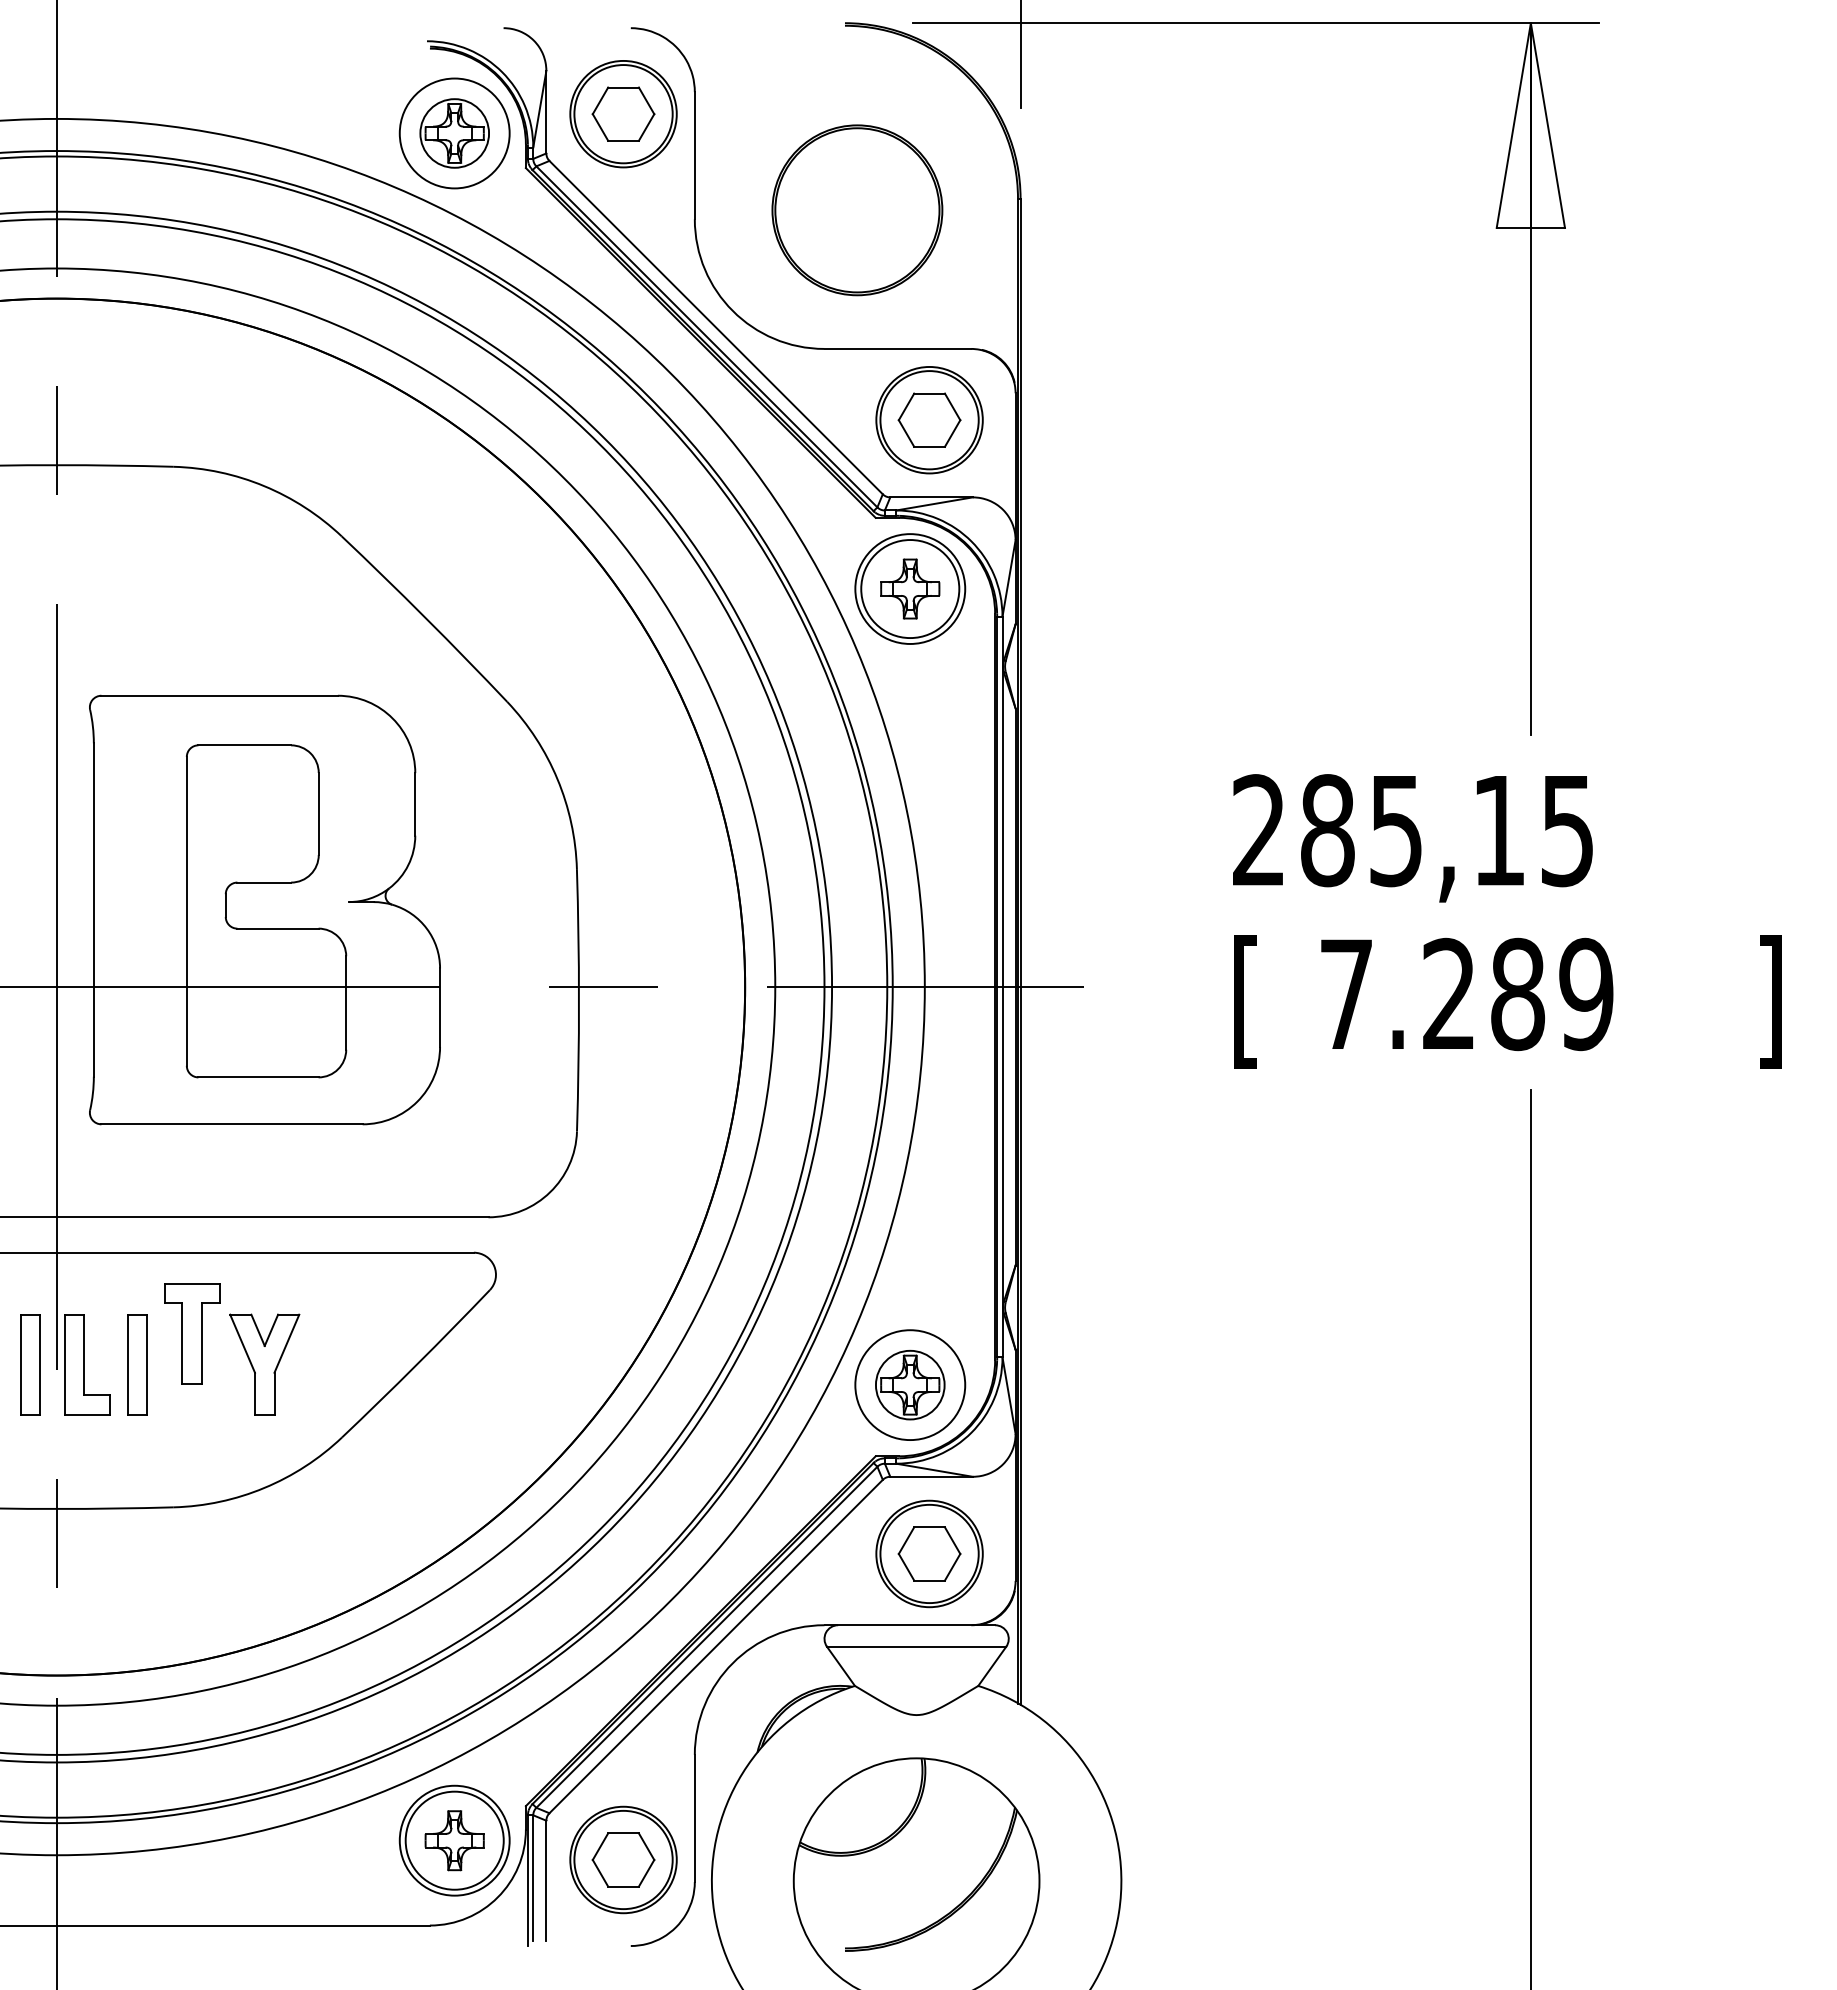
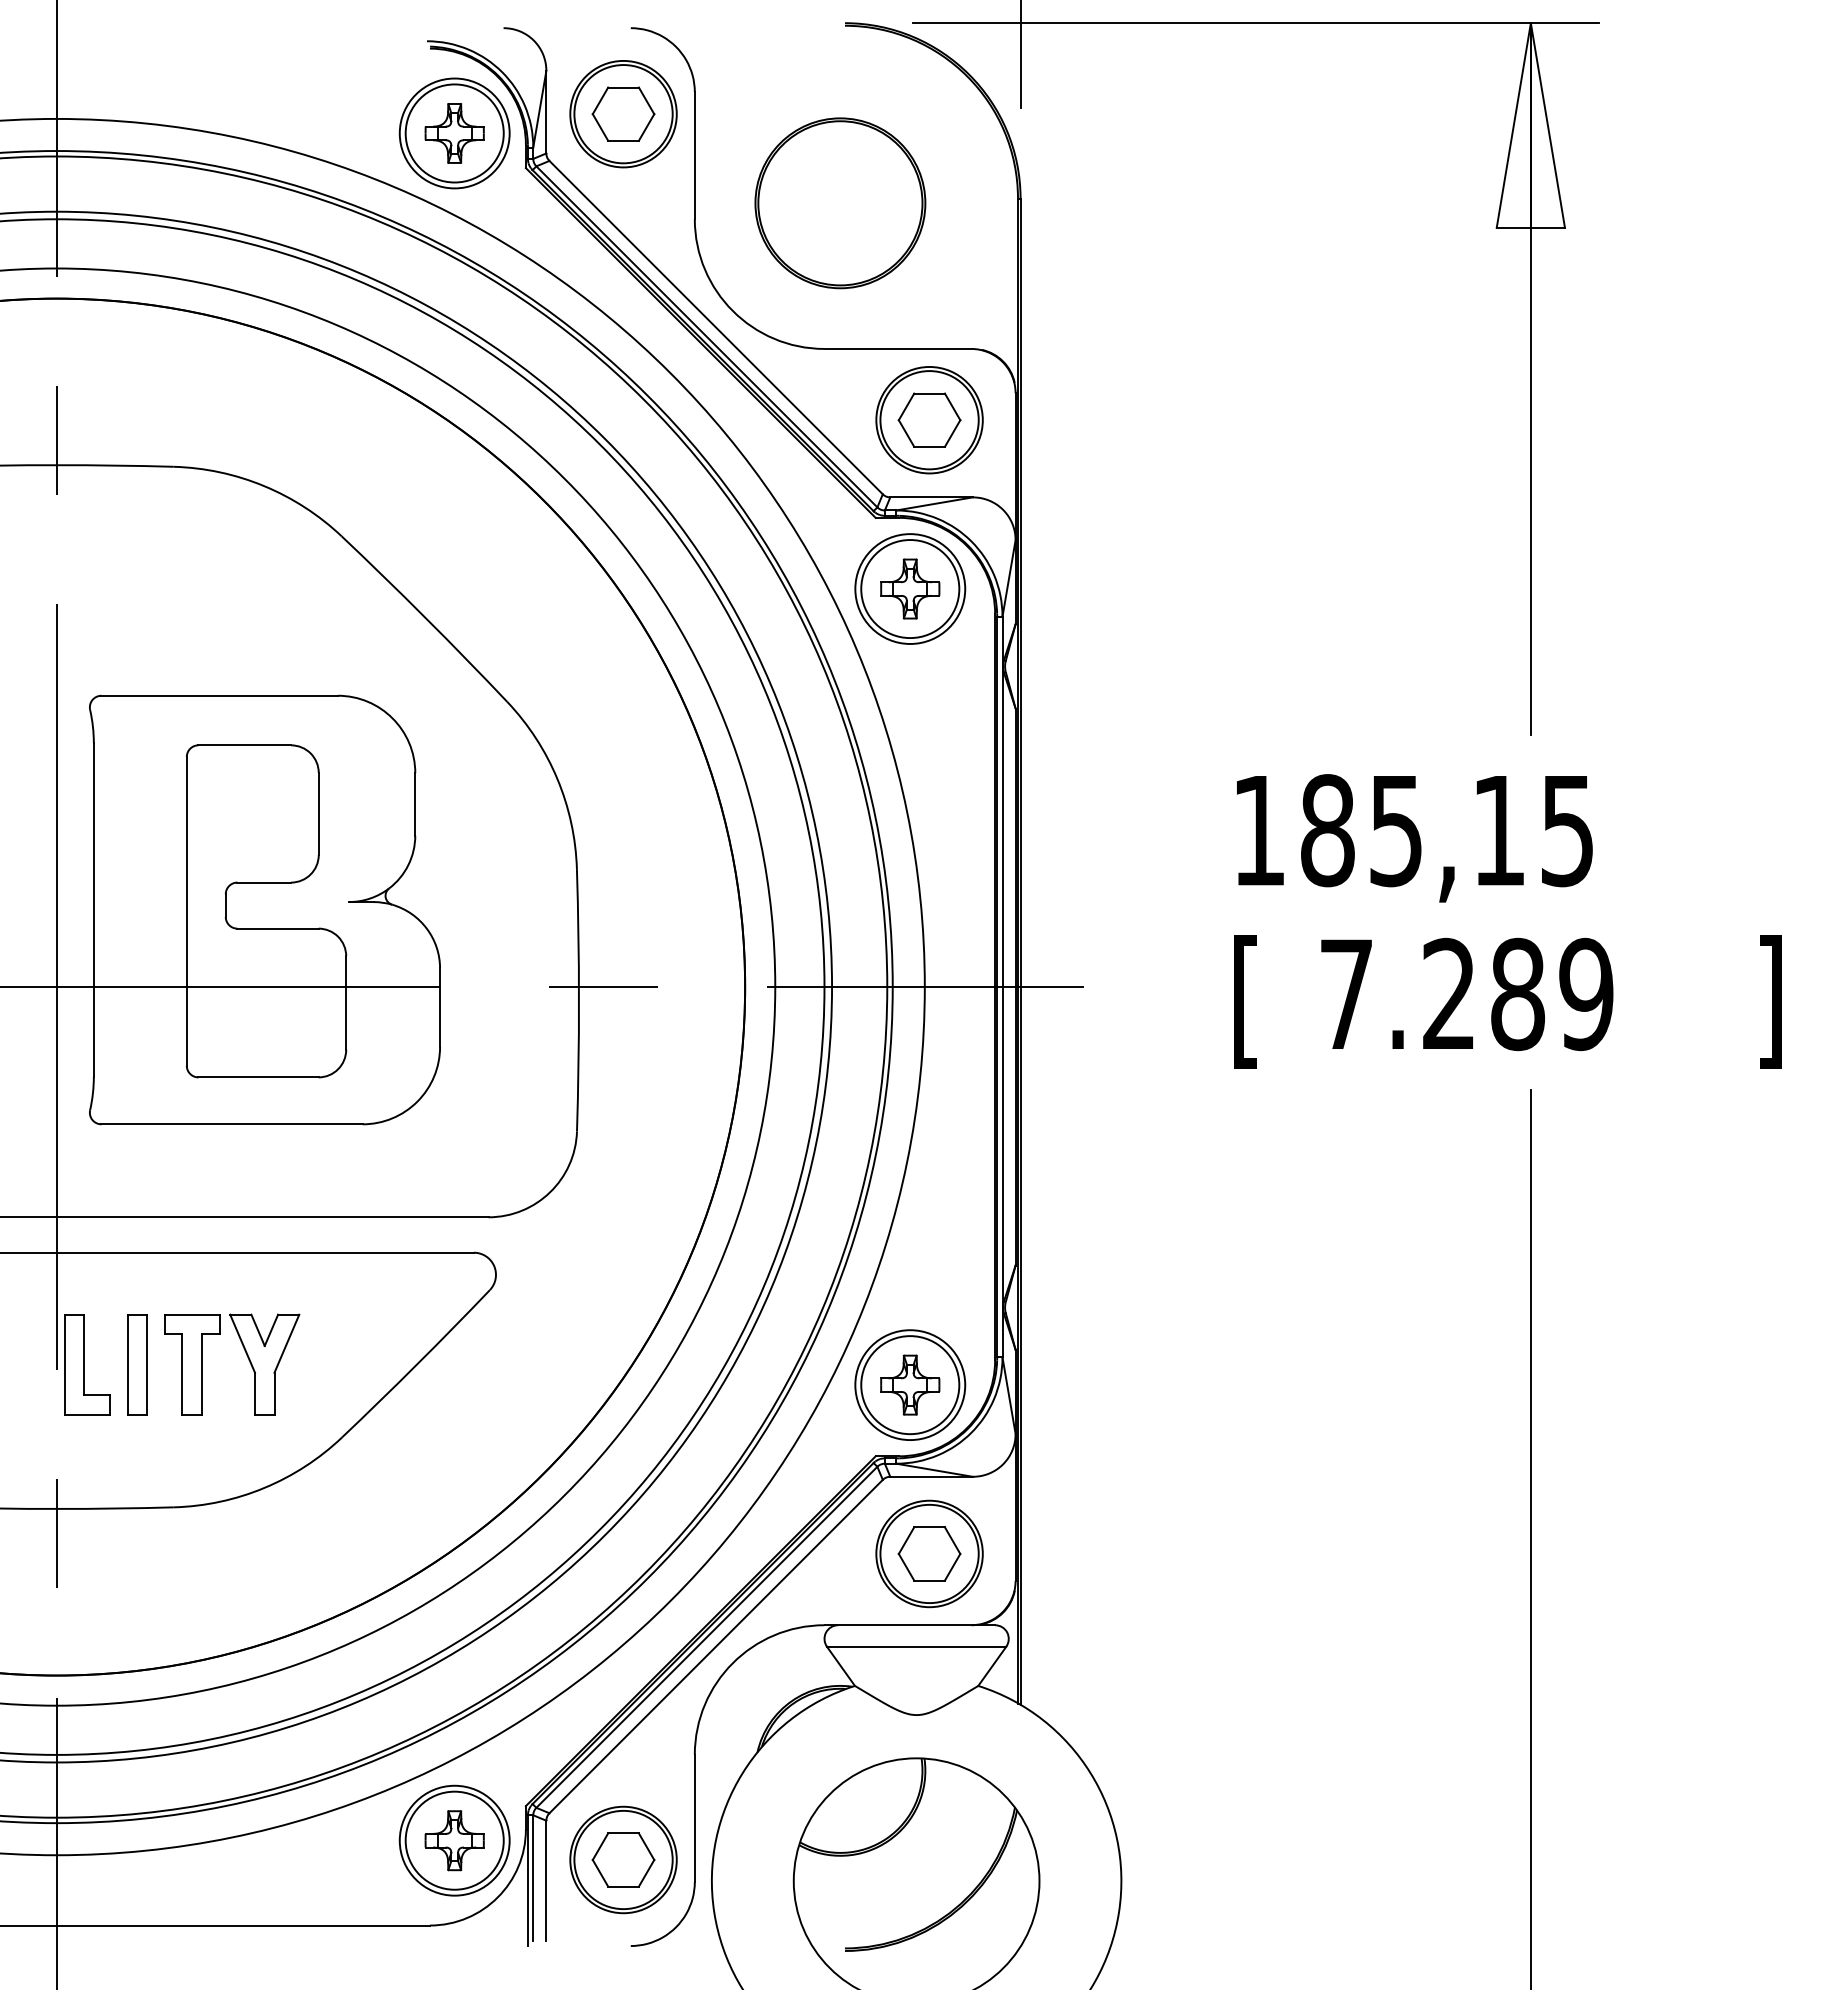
circle at (454, 133) diameter: 69 px -> 98 px
part at (857, 210) position: (857, 210) -> (840, 203)
text at (1258, 829): 285,15 -> 185,15
part at (192, 1333) position: (192, 1333) -> (192, 1364)
part at (30, 1364): present -> none
circle at (909, 1384) diameter: 69 px -> 98 px
